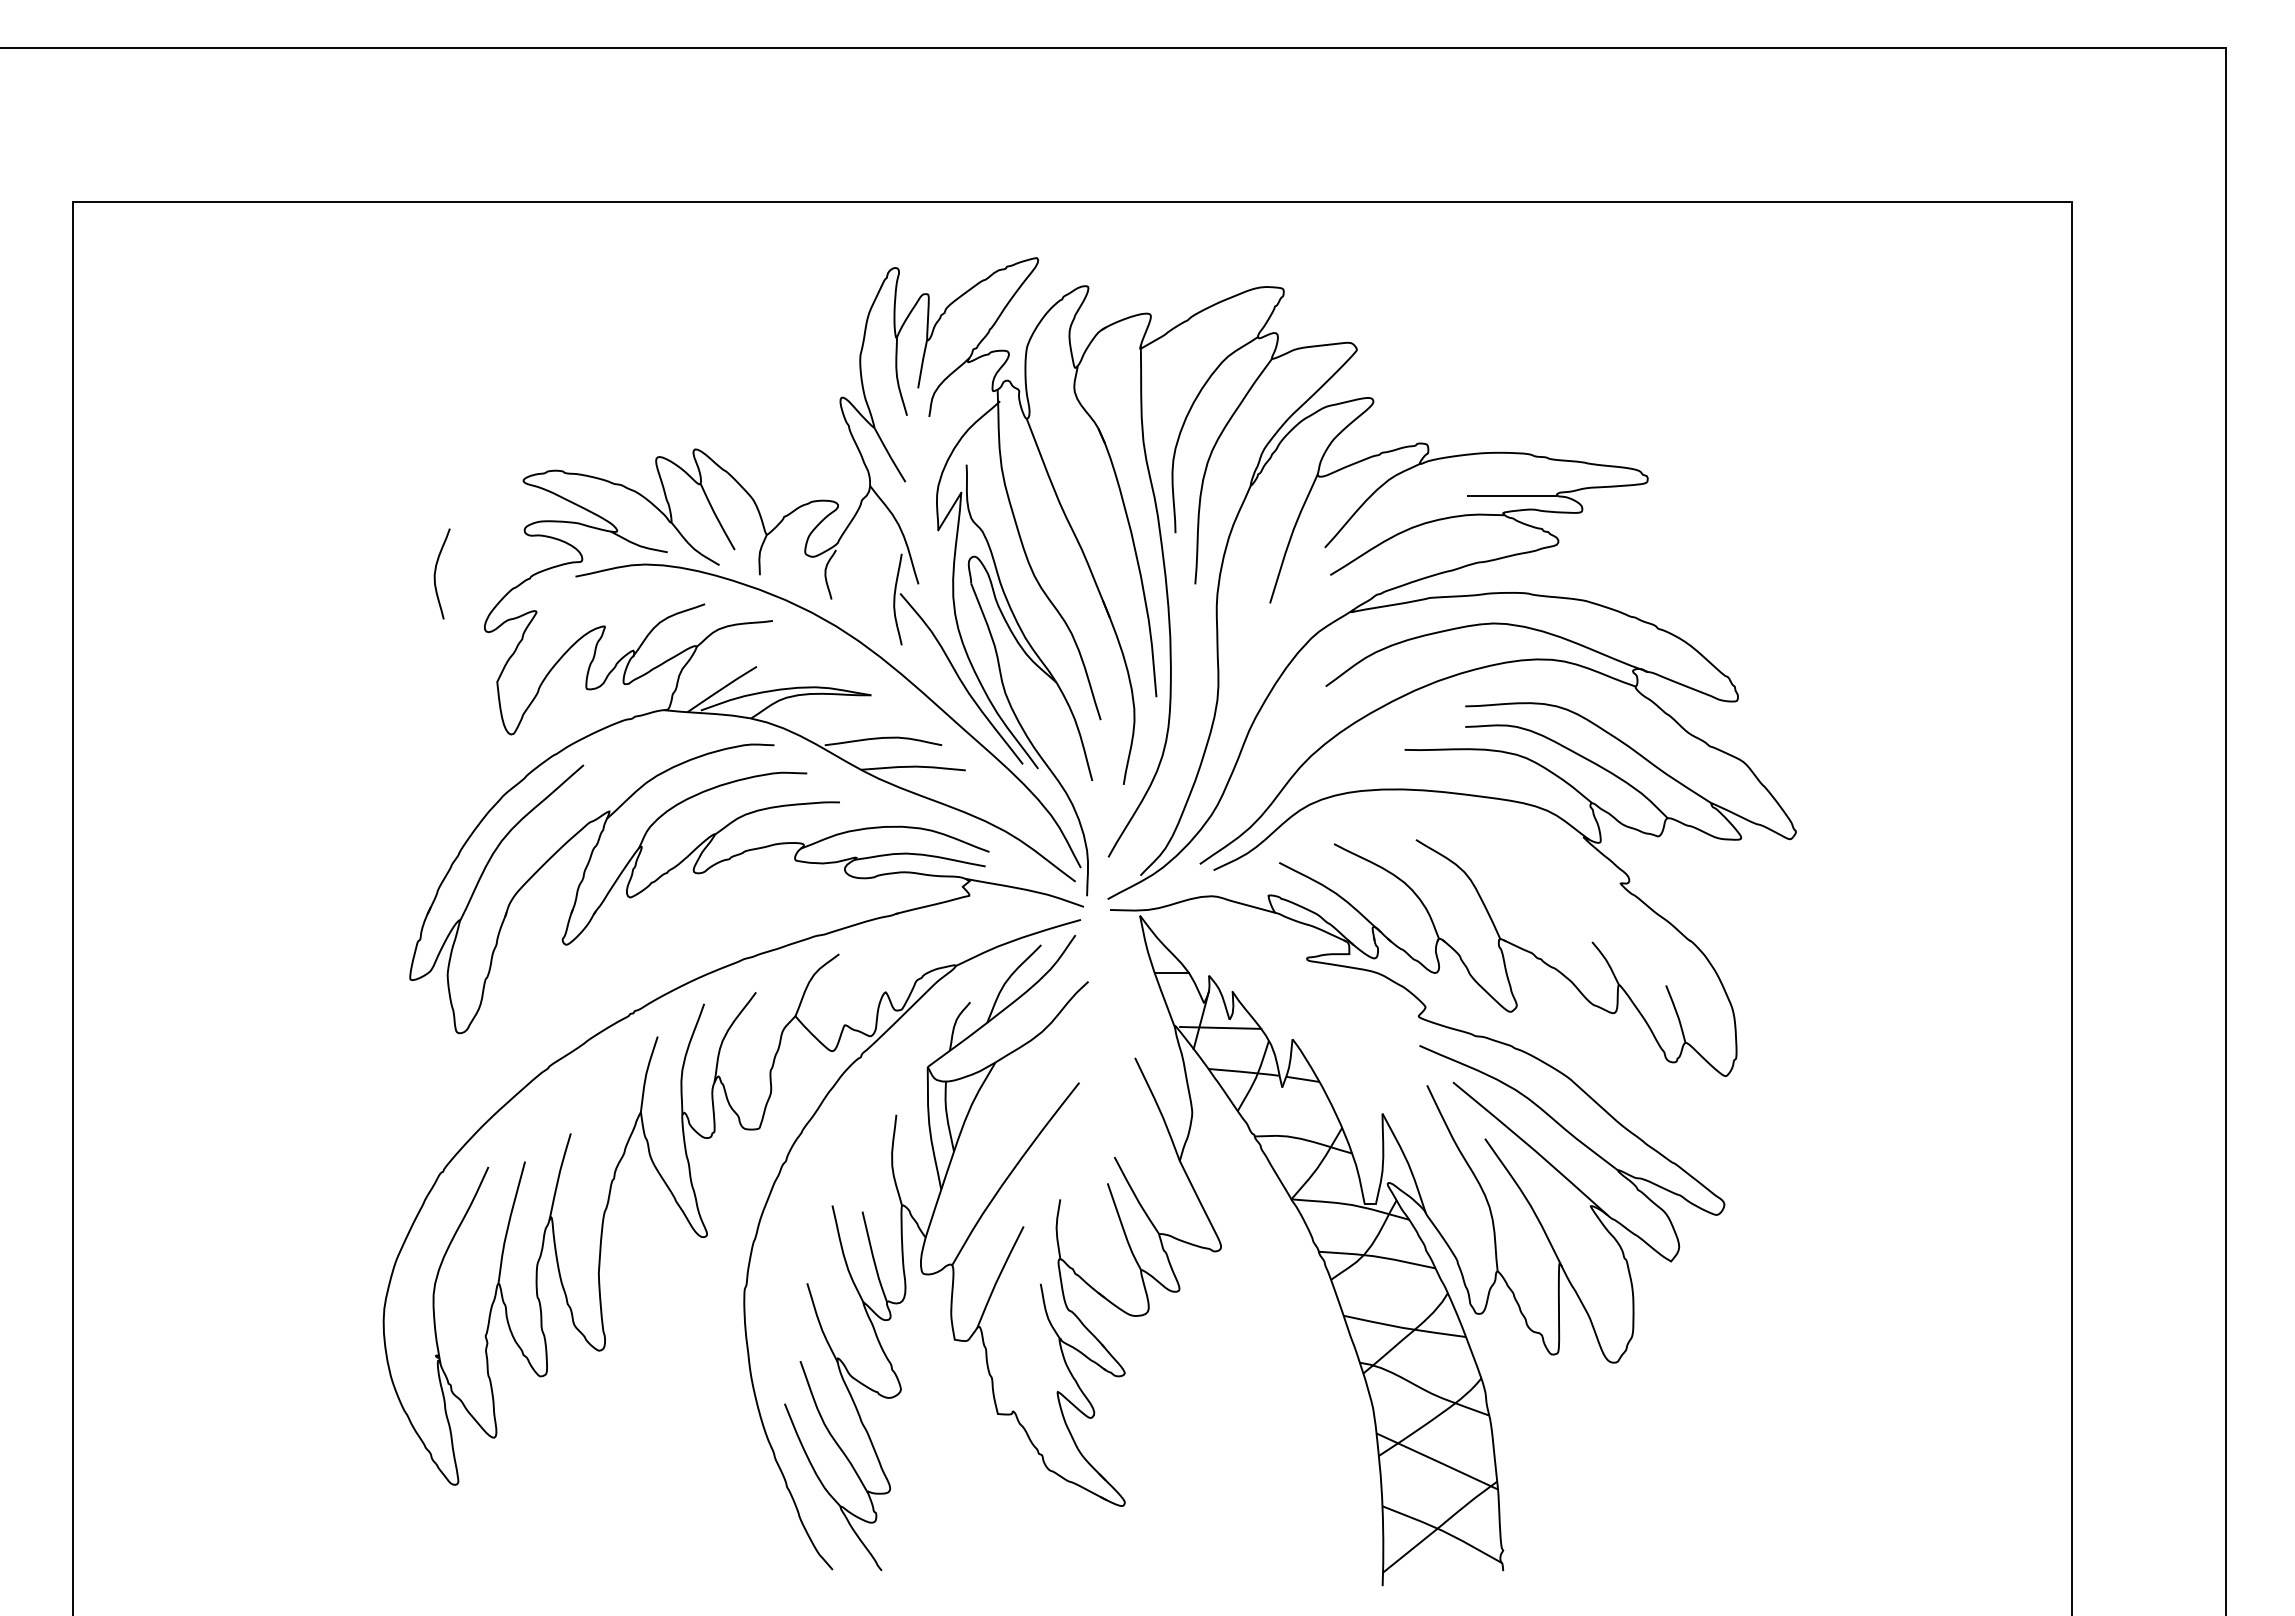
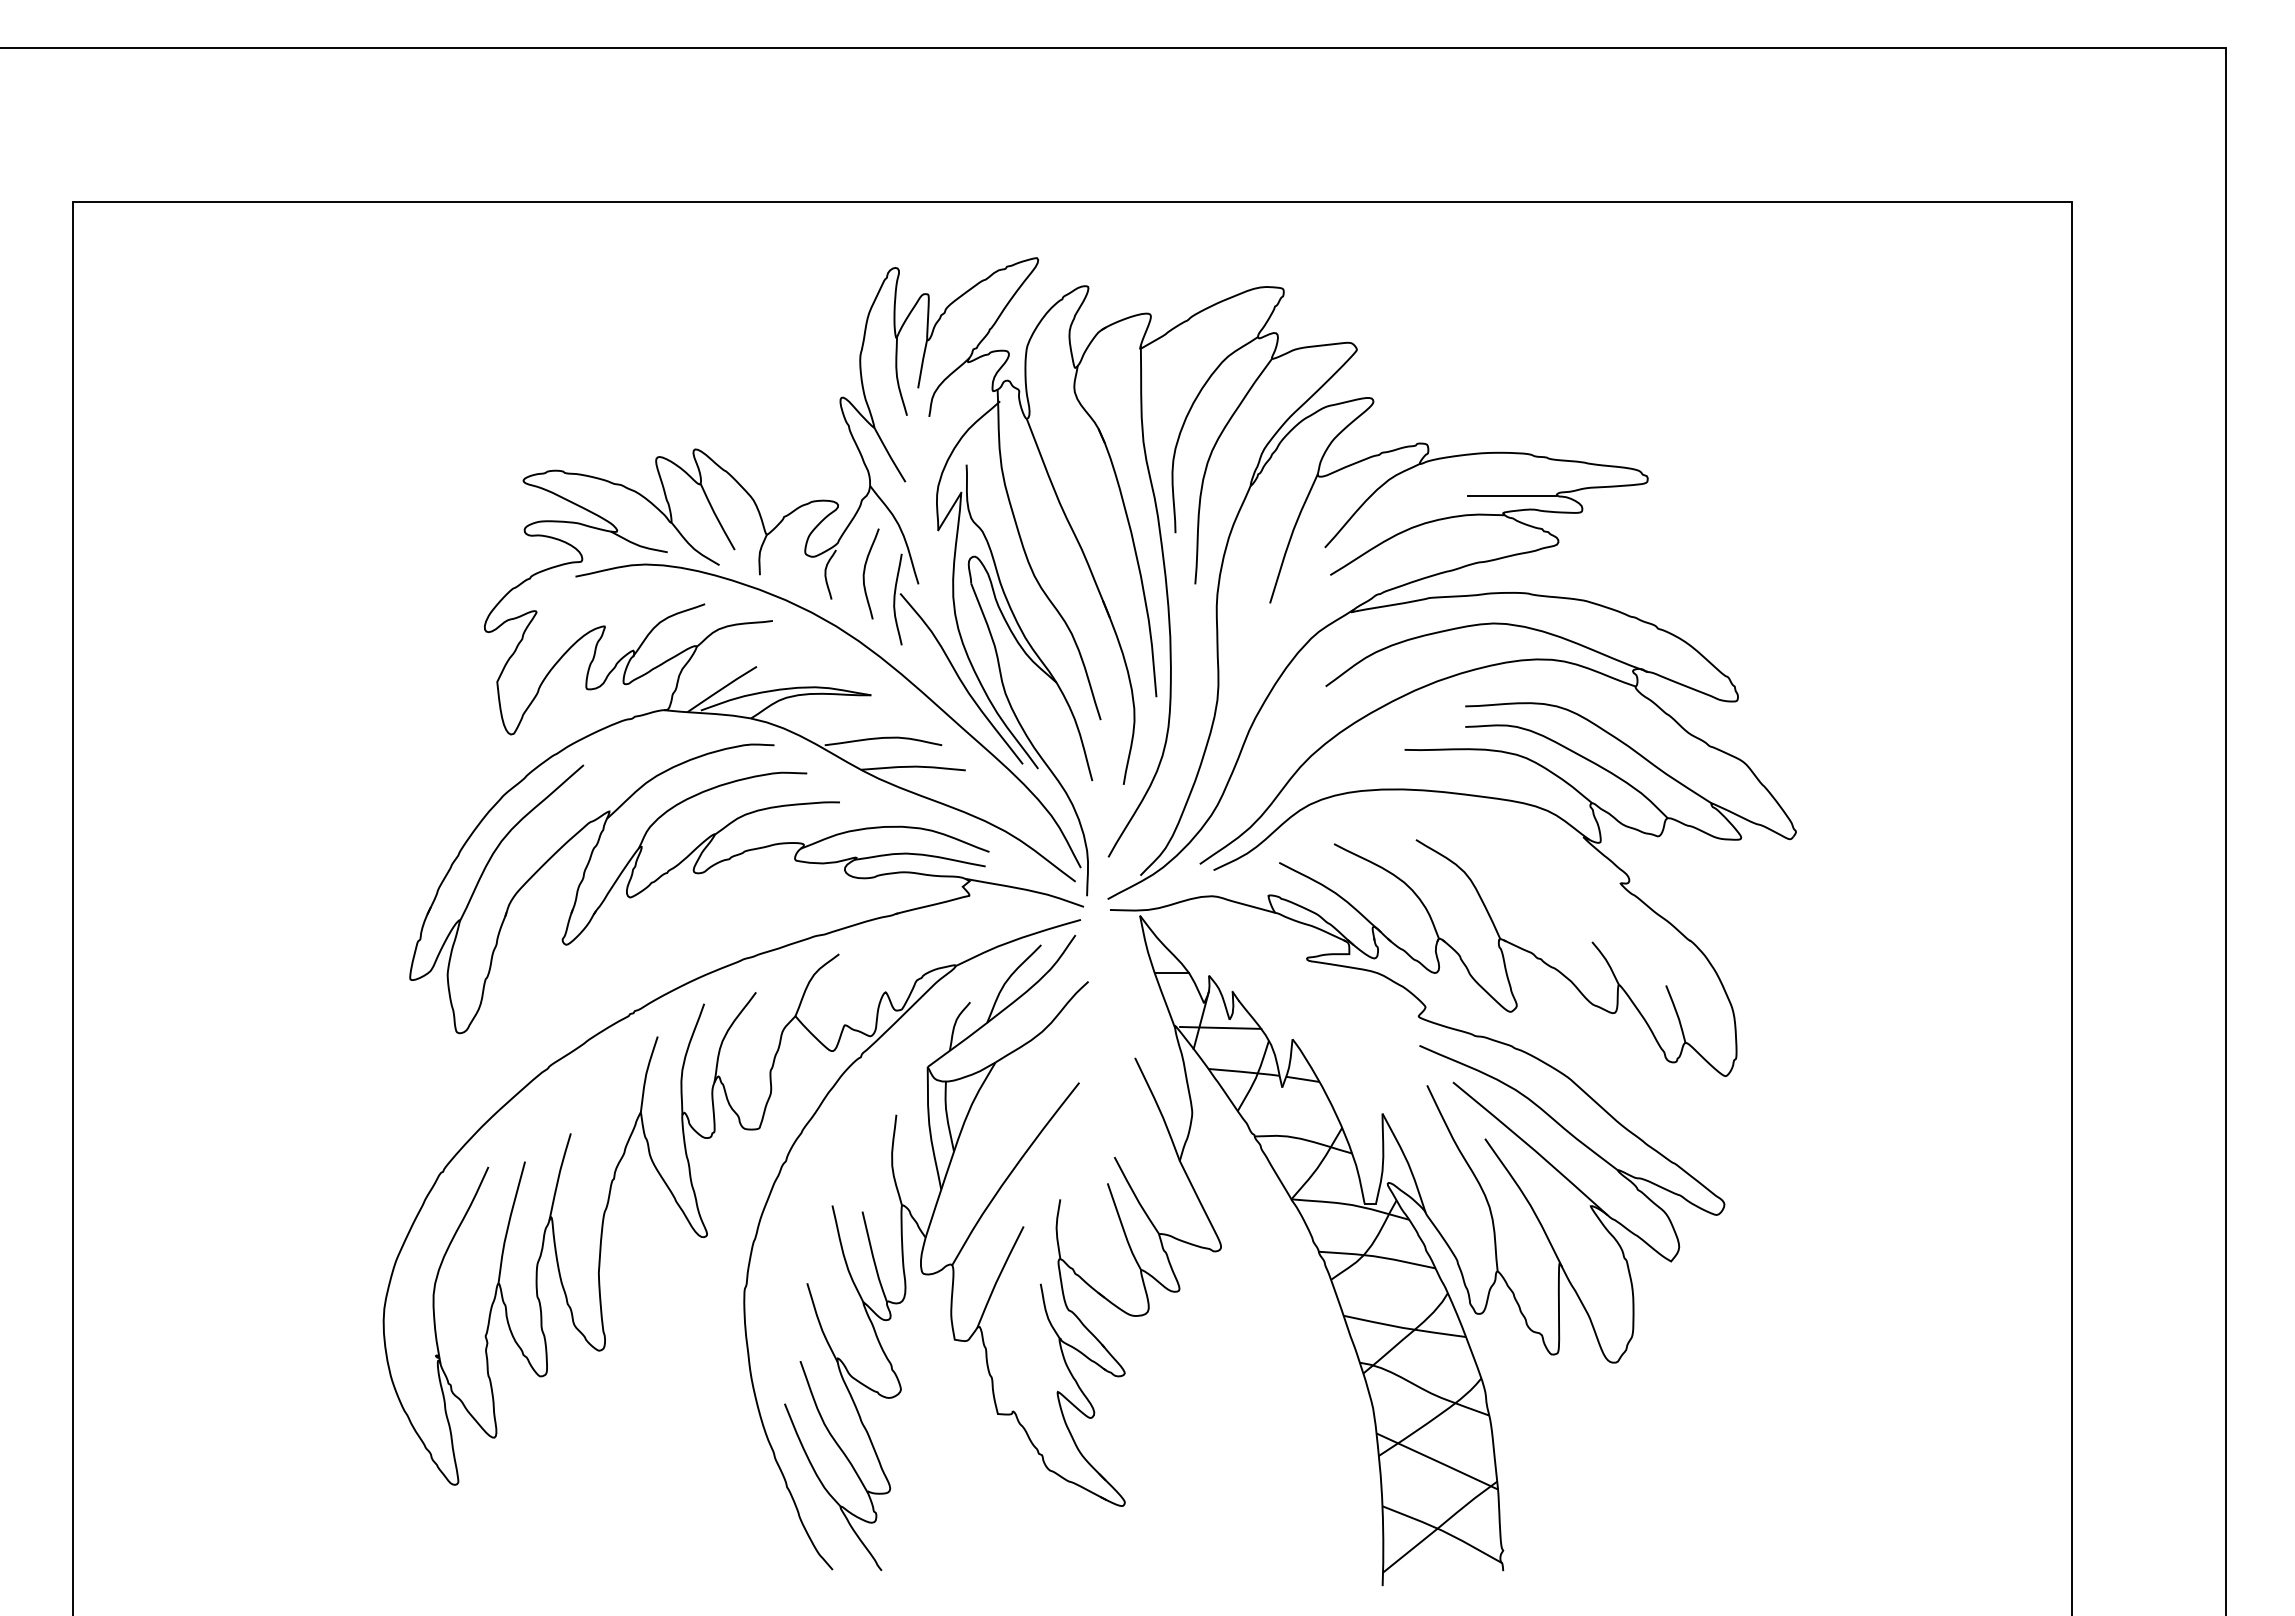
curve at (436, 571) position: (436, 571) -> (865, 571)
